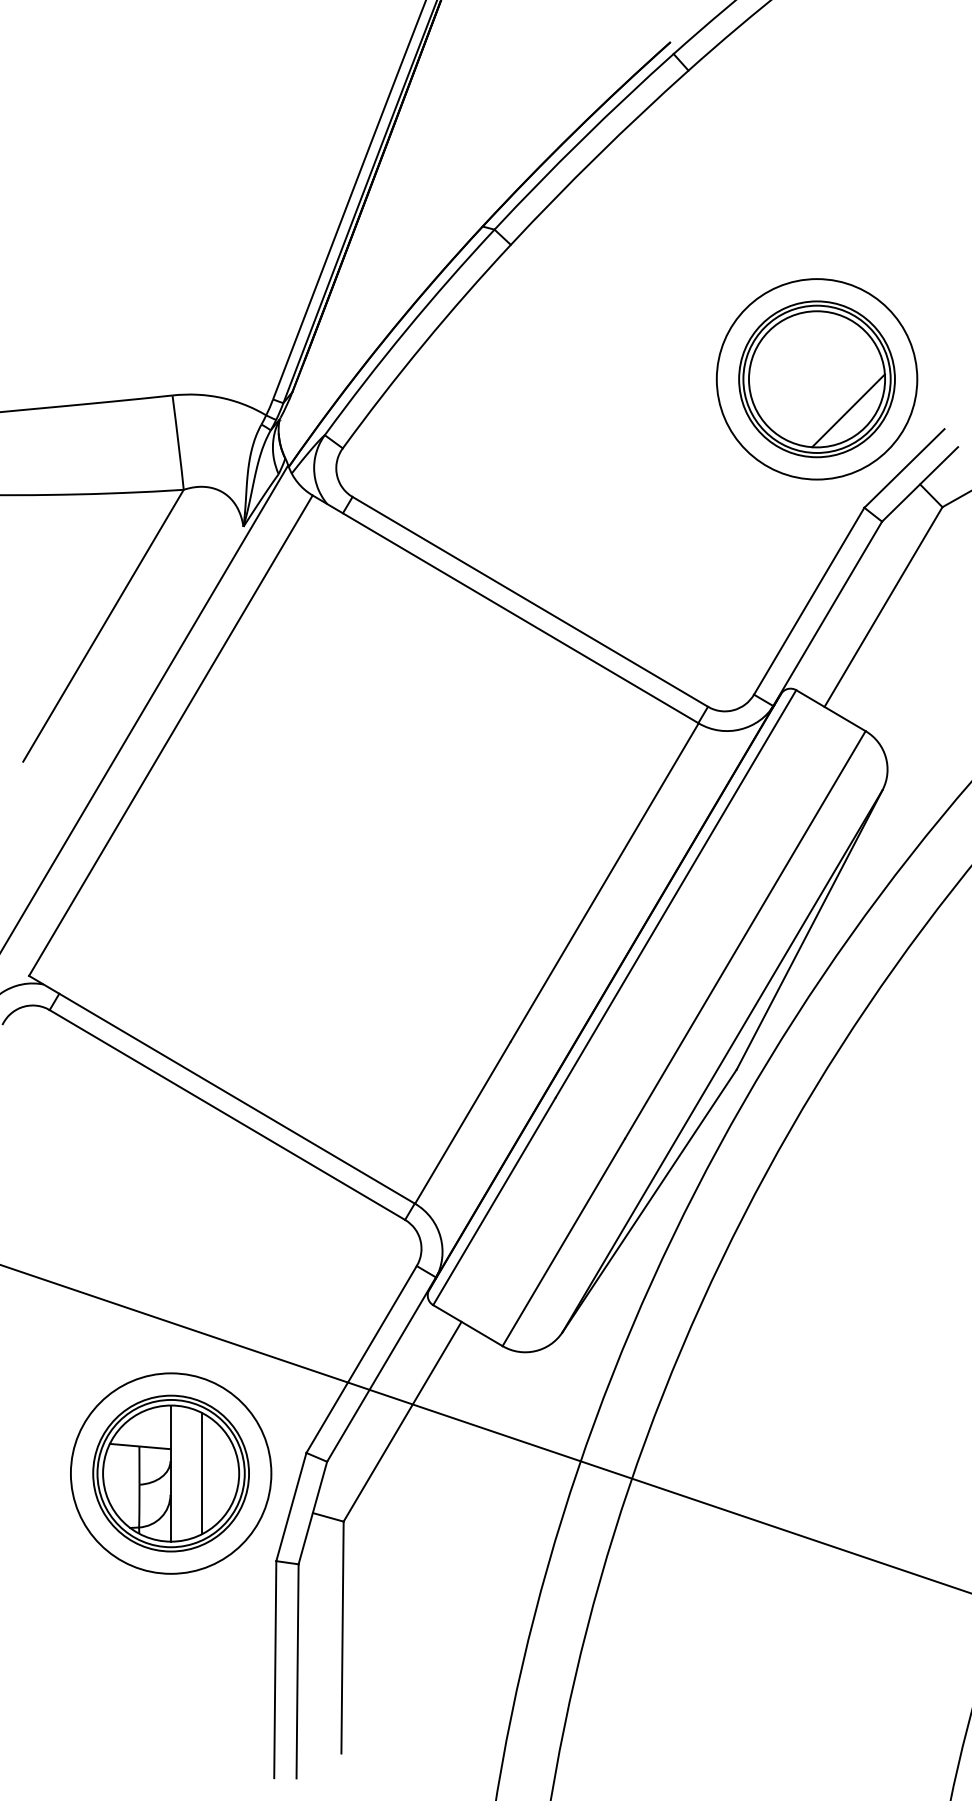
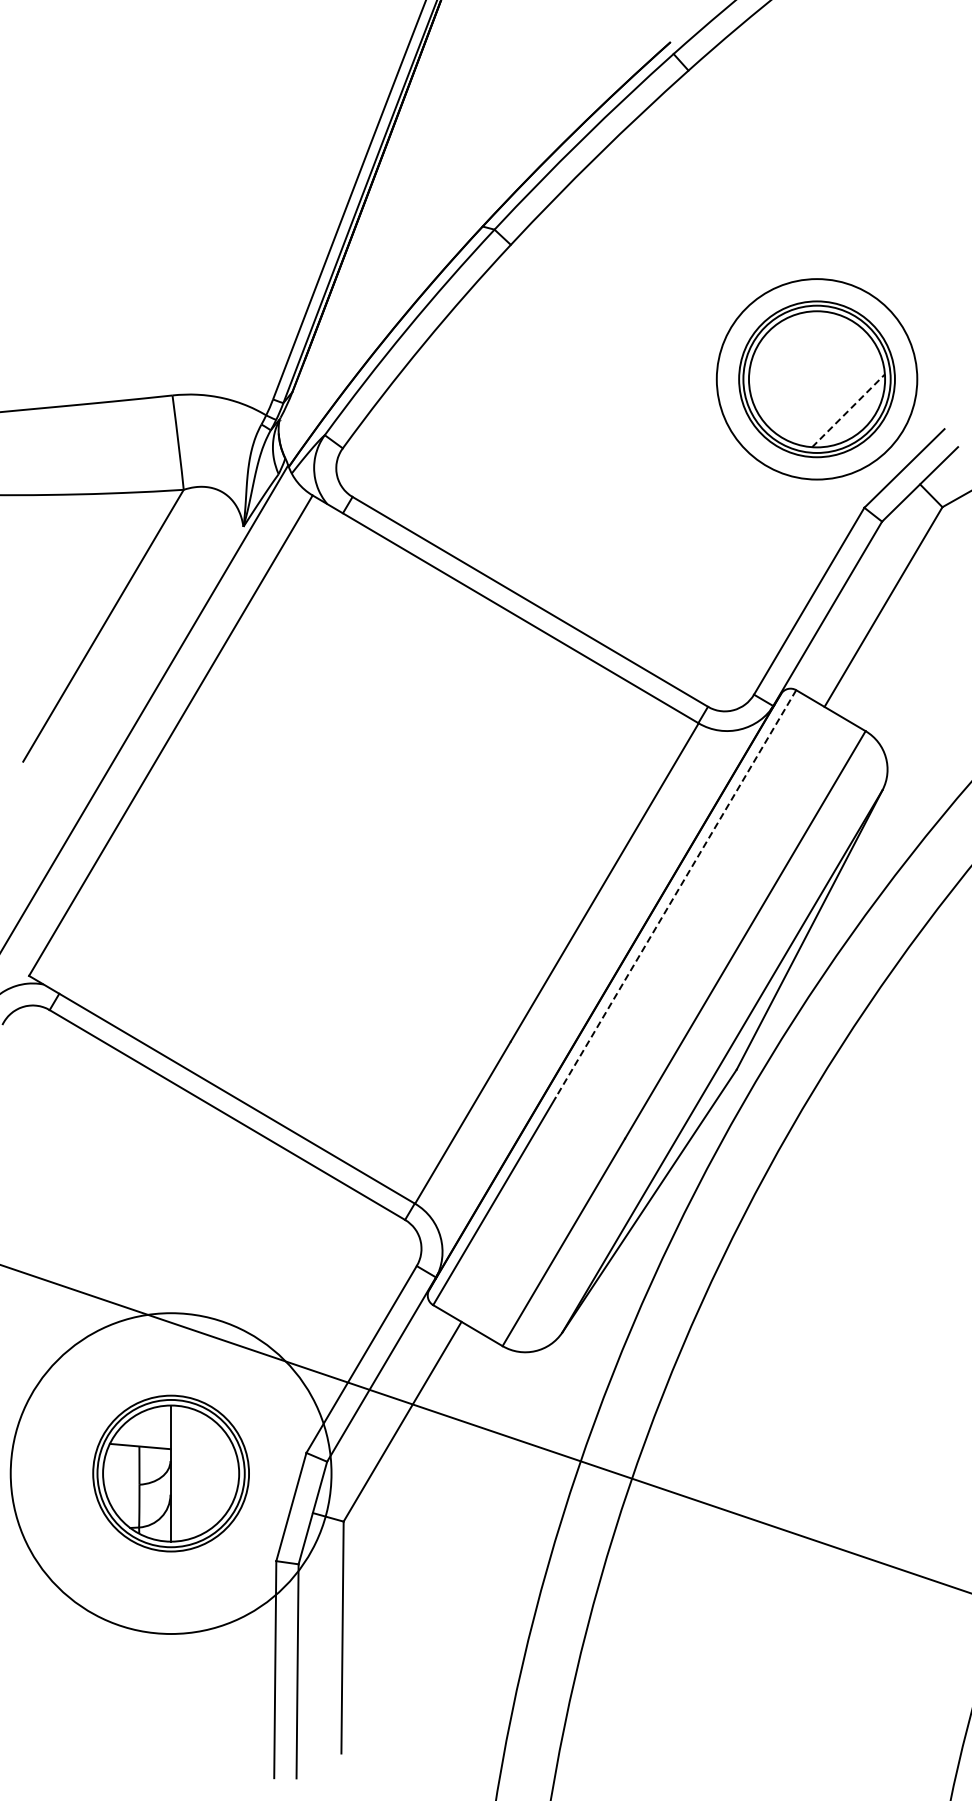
line at (848, 410): solid -> dashed
line at (675, 894): solid -> dashed
circle at (170, 1473) diameter: 200 px -> 321 px
line at (202, 1473): present -> none
